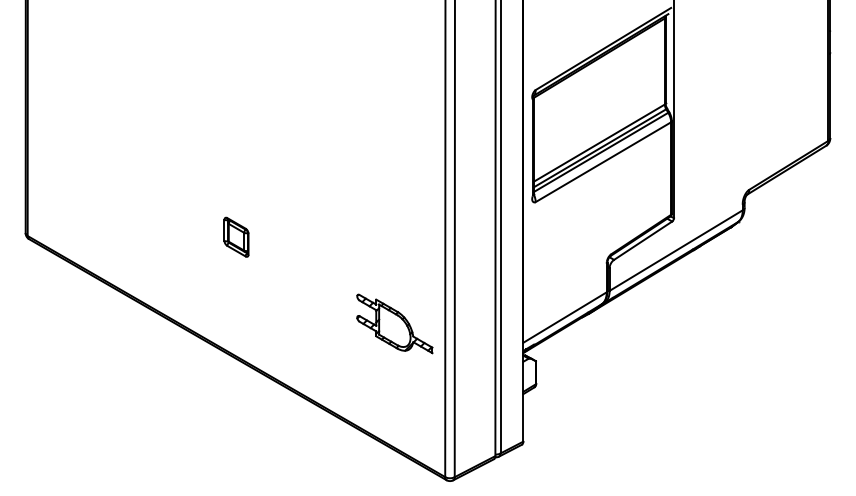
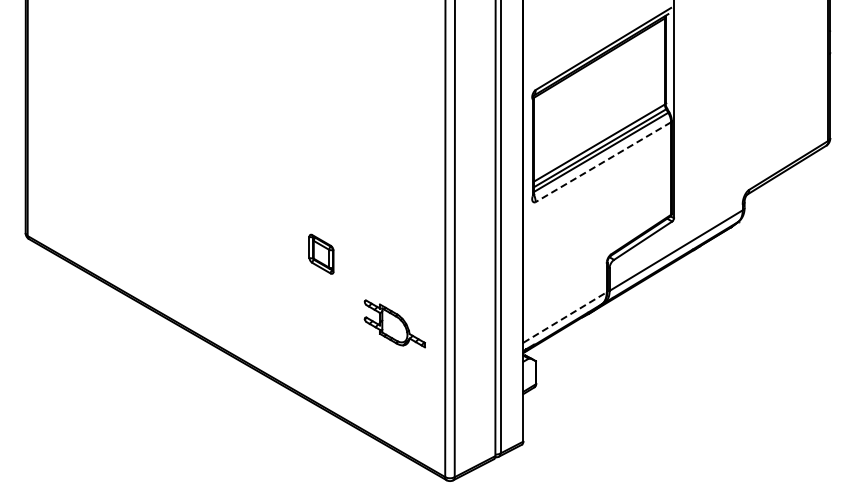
line at (603, 162): solid -> dashed
part at (236, 236) position: (236, 236) -> (321, 253)
line at (565, 317): solid -> dashed
part at (394, 323) size: 78x62 px -> 63x50 px
